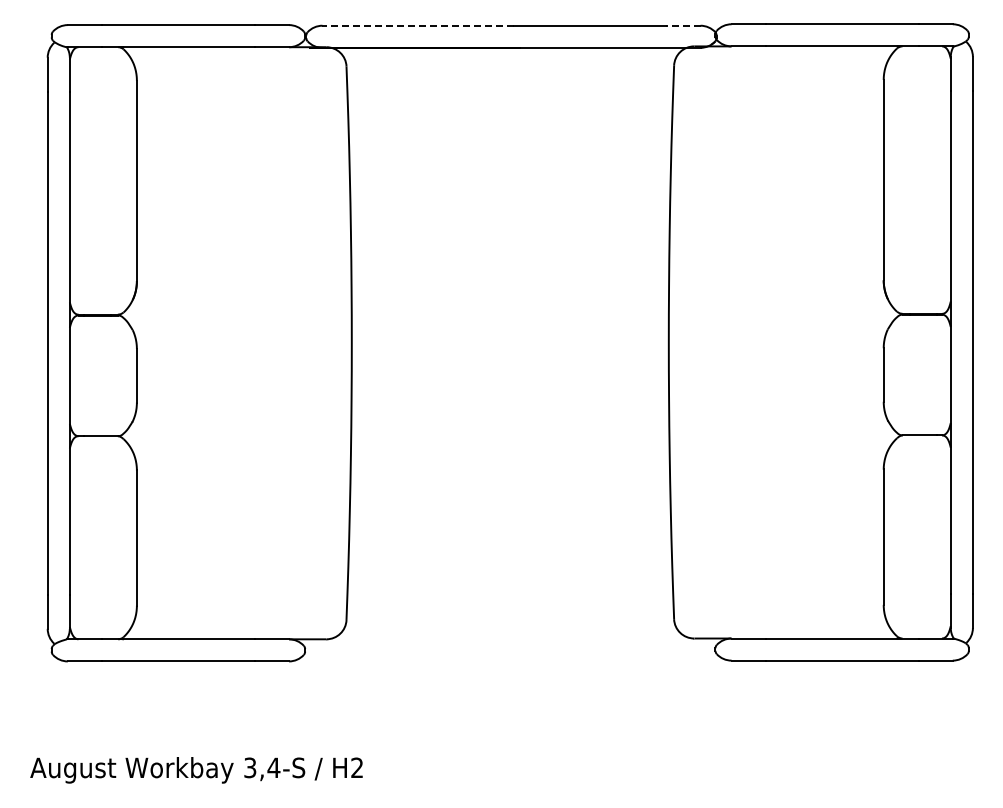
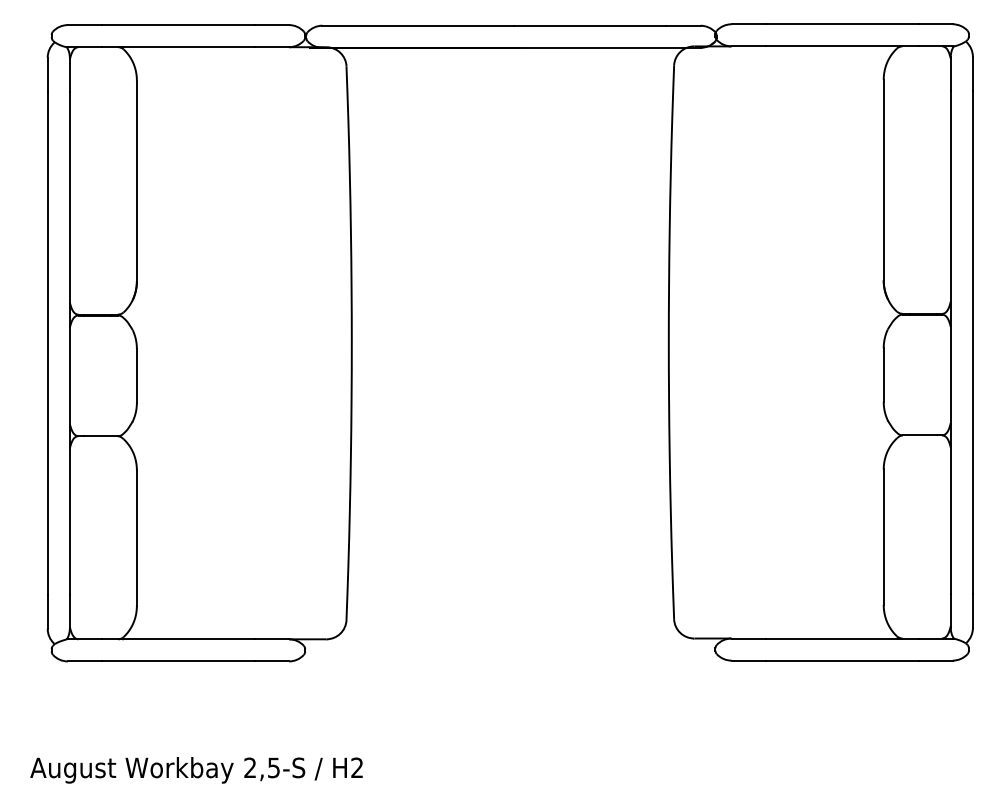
line at (418, 25): dashed -> solid
line at (682, 25): dashed -> solid
text at (262, 767): 3,4-S -> 2,5-S
